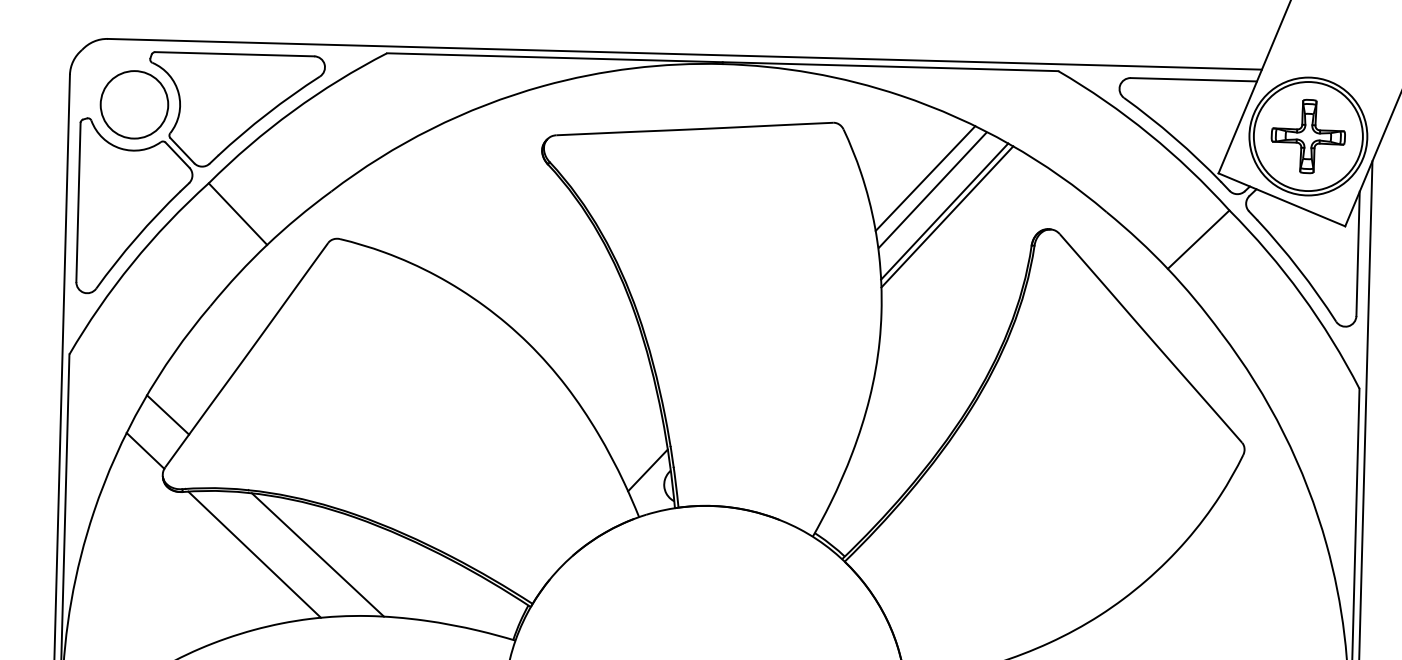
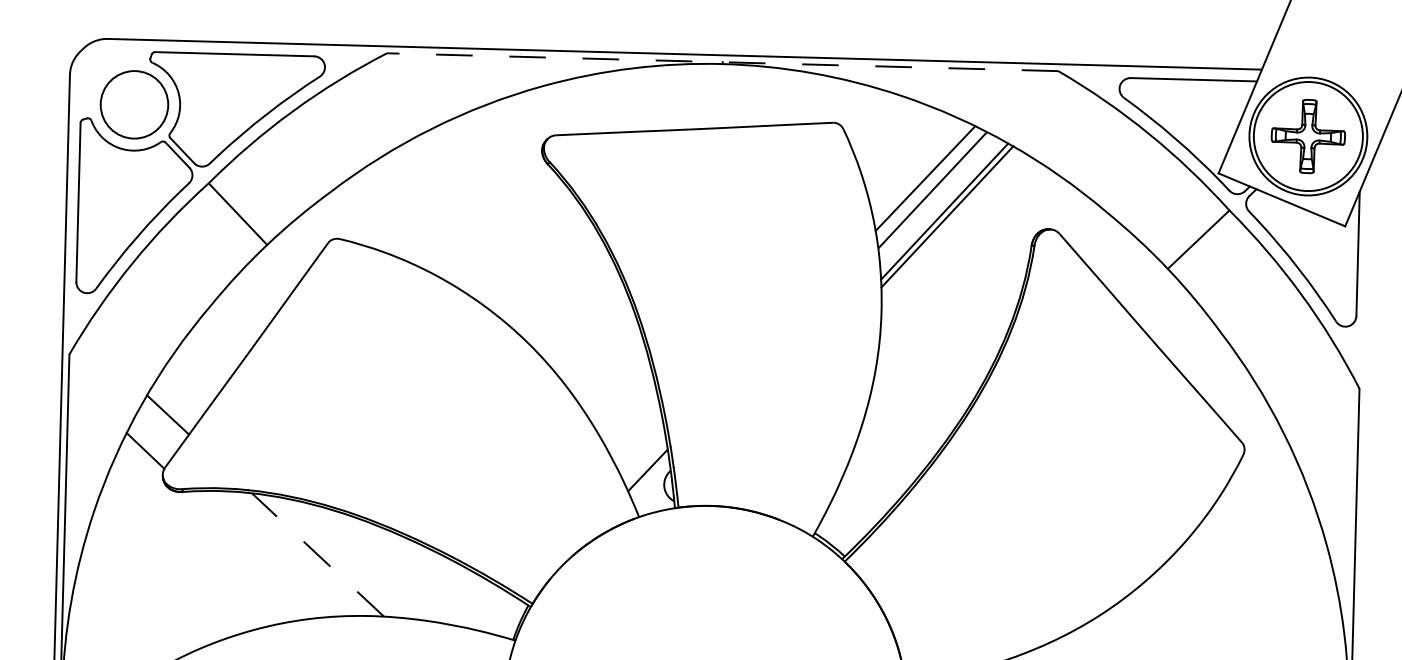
line at (722, 62): solid -> dashed
line at (1365, 408): present -> none
line at (254, 554): present -> none
line at (317, 554): solid -> dashed
